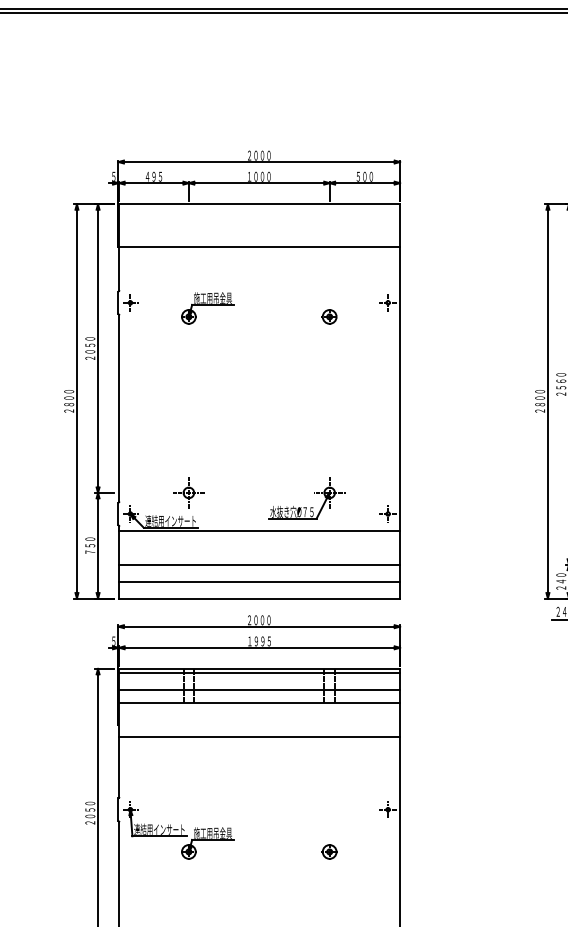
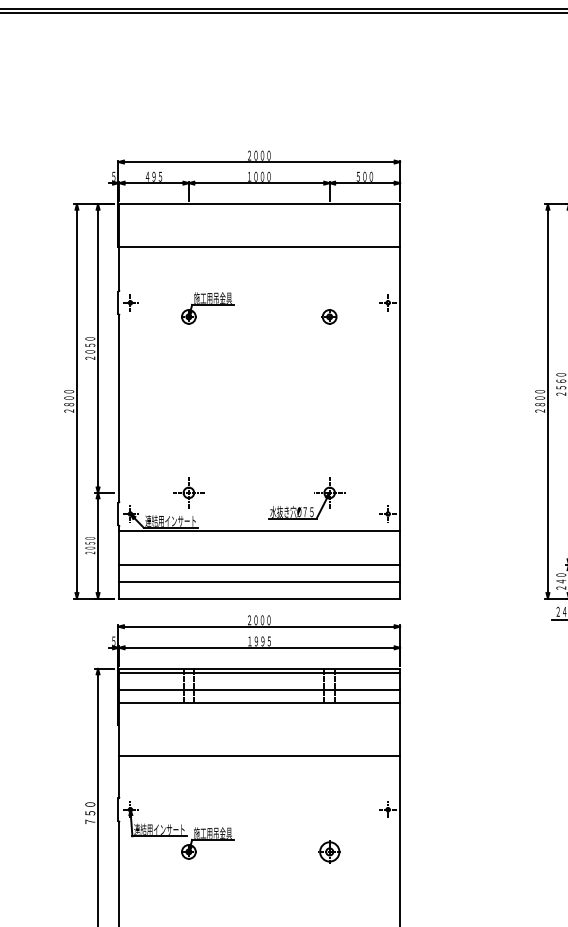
text at (90, 545): ７５０ -> ２０５０
line at (259, 737) position: (259, 737) -> (259, 756)
text at (90, 812): ２０５０ -> ７５０
part at (329, 851) size: 17x16 px -> 23x24 px
